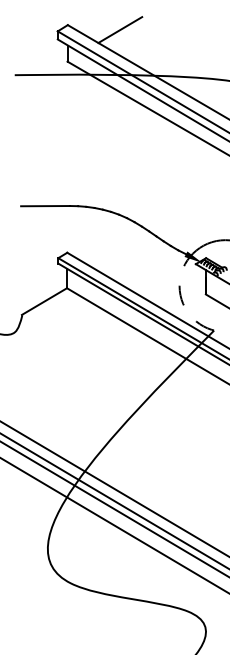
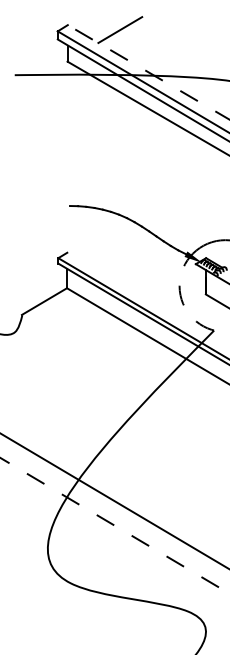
line at (148, 72): solid -> dashed
line at (45, 206): present -> none
line at (146, 299): present -> none
line at (114, 488): present -> none
line at (114, 508): present -> none
line at (115, 525): solid -> dashed
